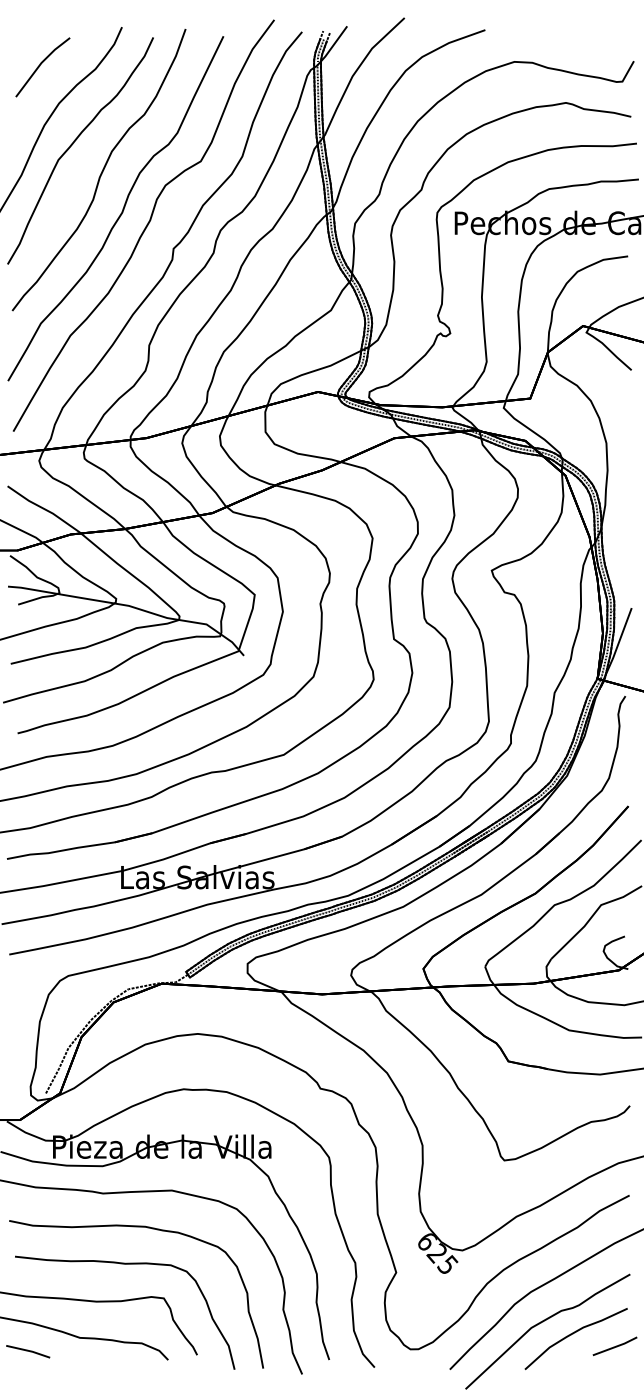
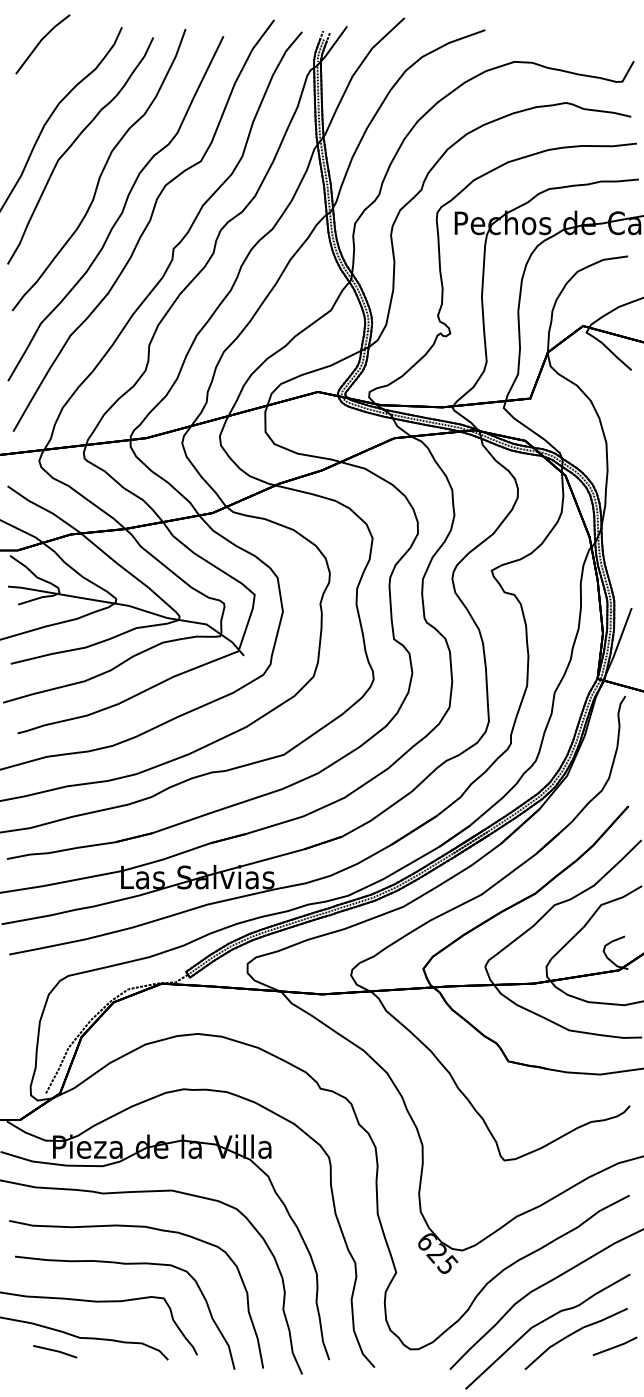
part at (42, 67) position: (42, 67) -> (42, 44)
part at (28, 1351) position: (28, 1351) -> (55, 1351)
